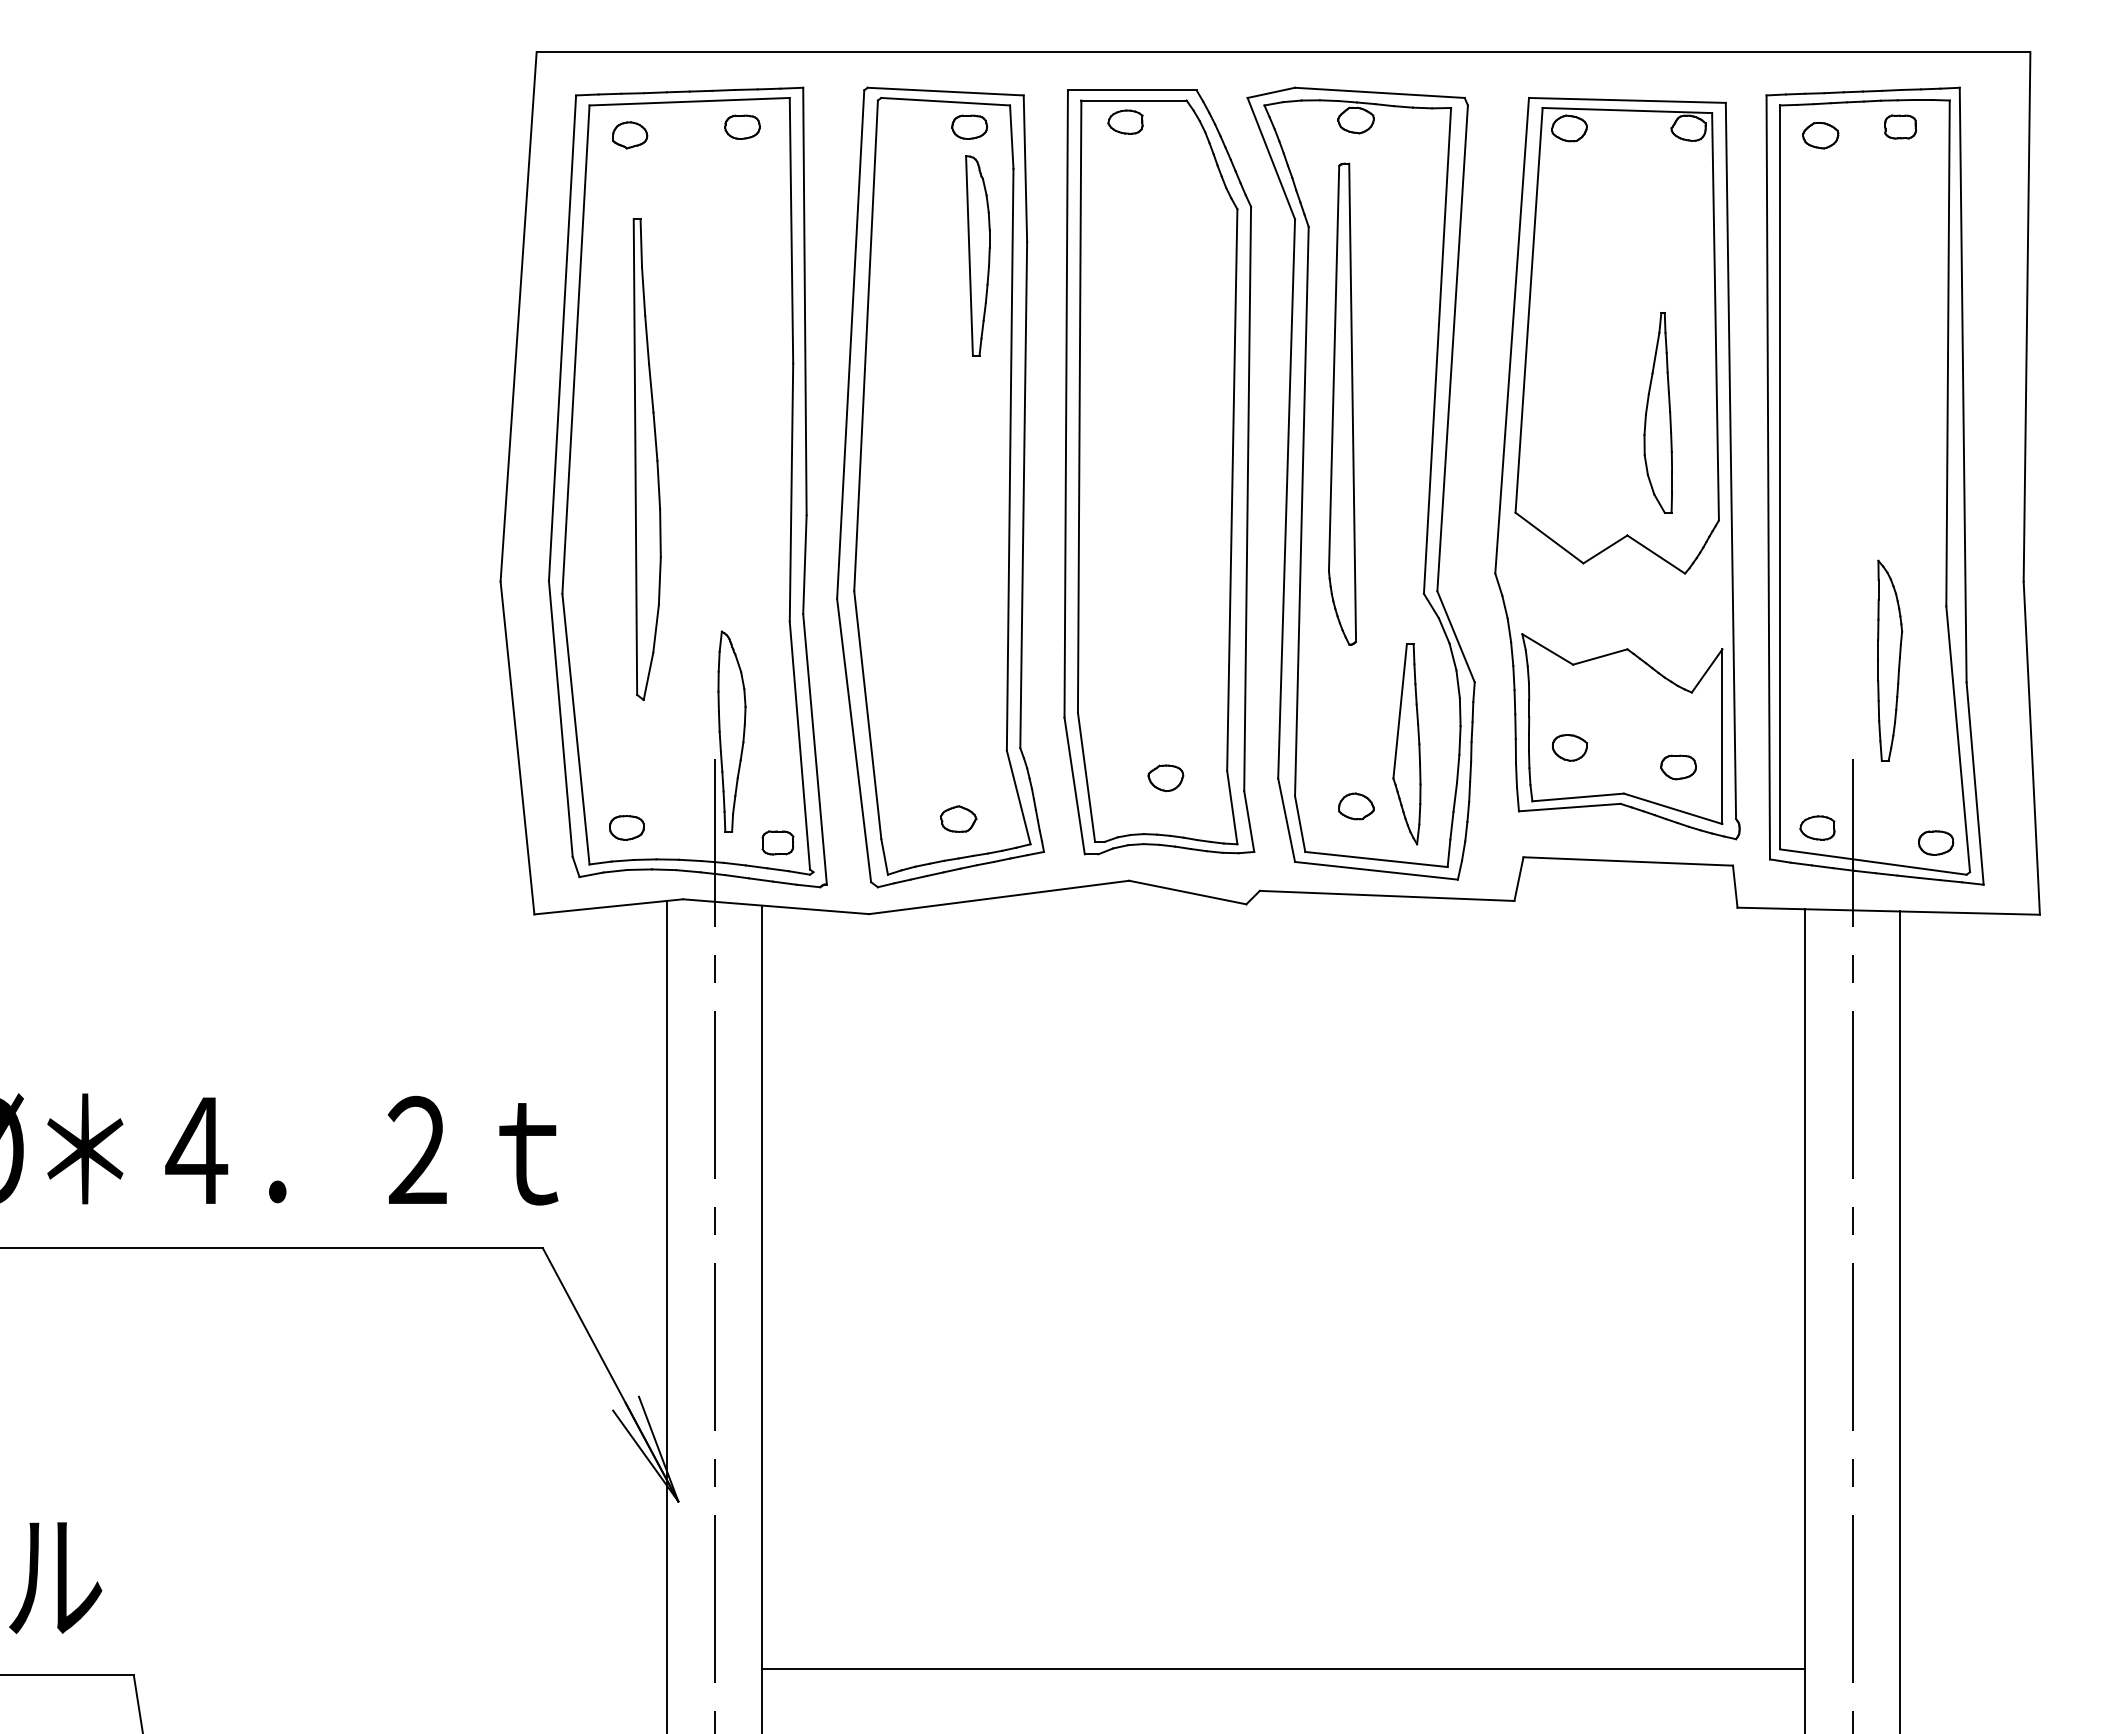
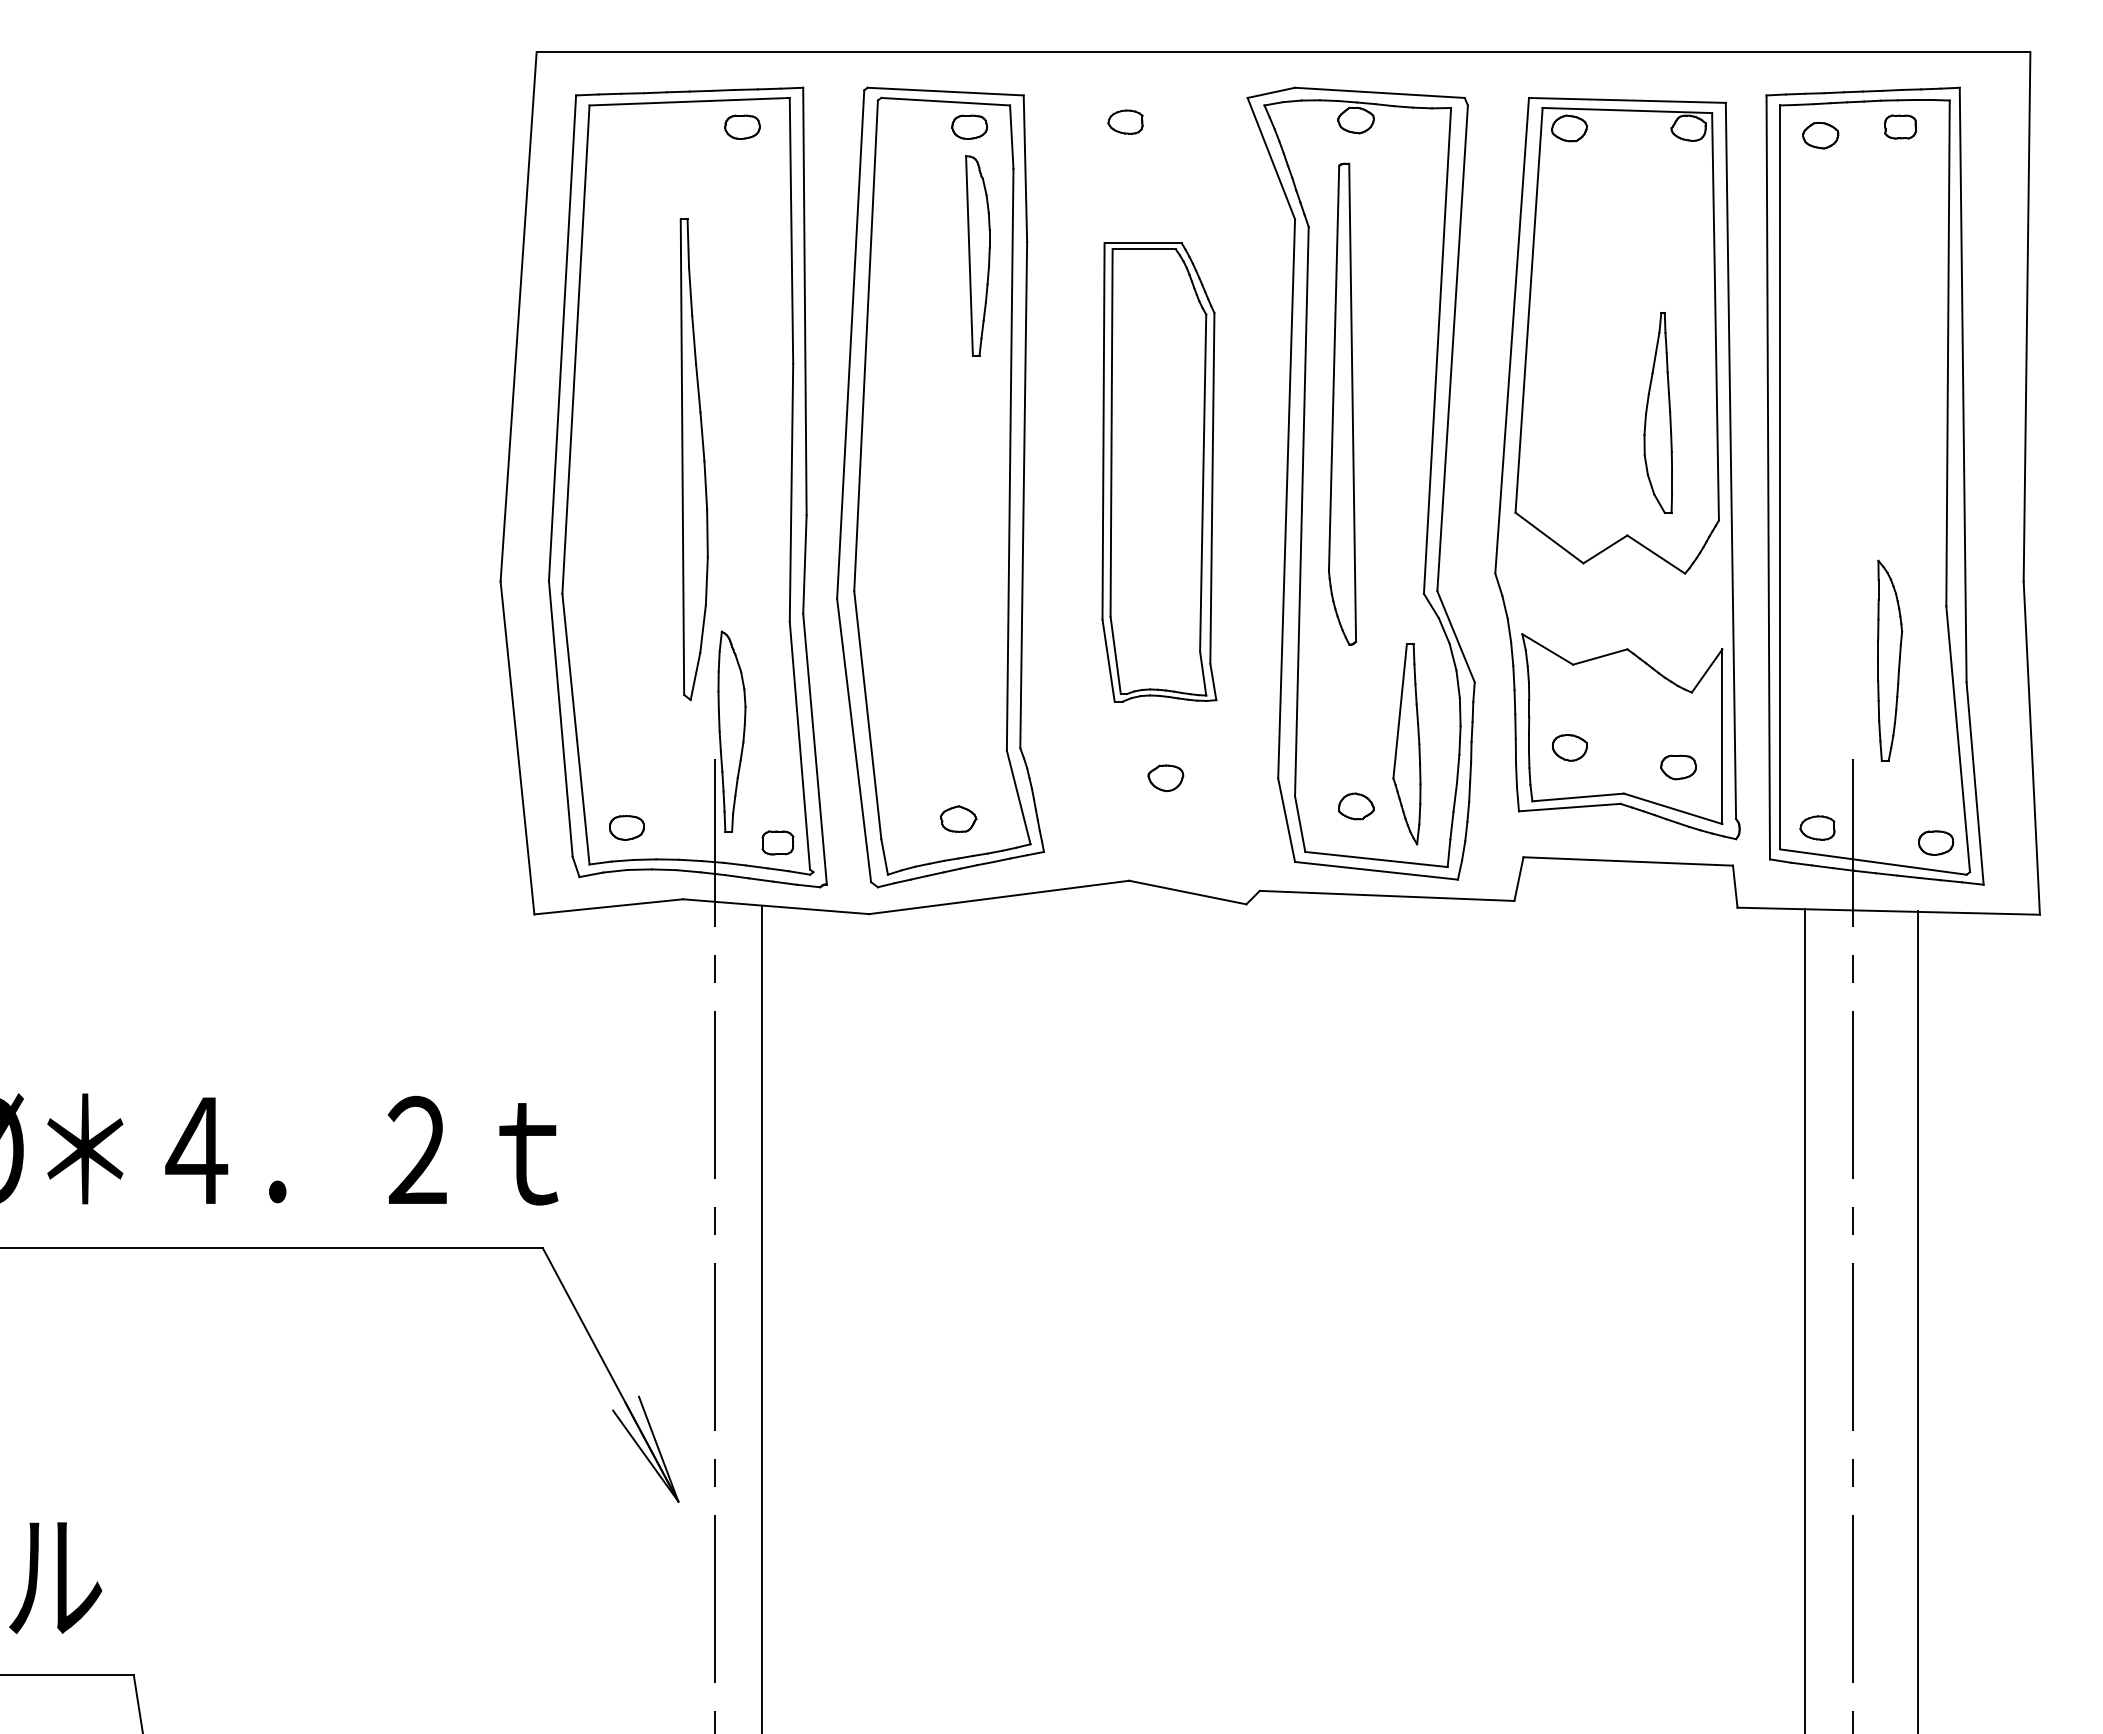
part at (630, 135): present -> none
part at (646, 459) position: (646, 459) -> (693, 459)
part at (1159, 472) size: 193x767 px -> 117x461 px
line at (667, 1315): present -> none
line at (1899, 1320) position: (1899, 1320) -> (1917, 1320)
line at (1283, 1669): present -> none
